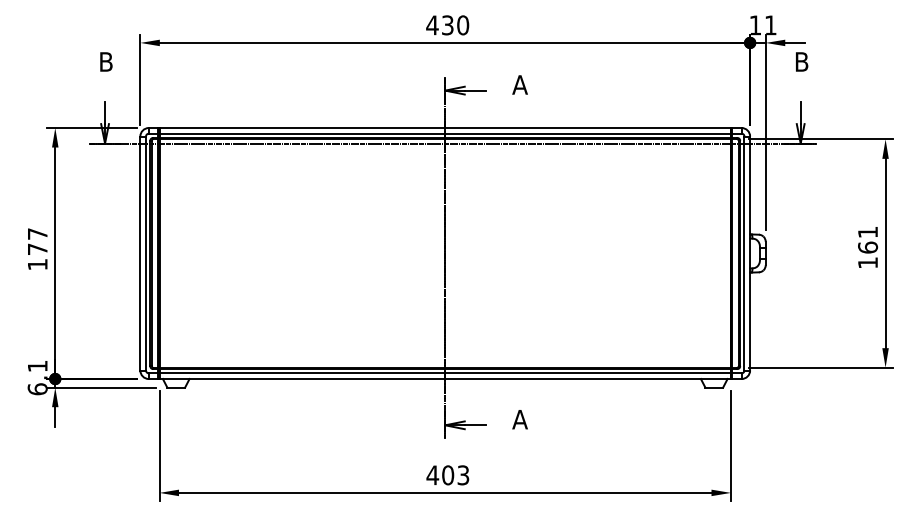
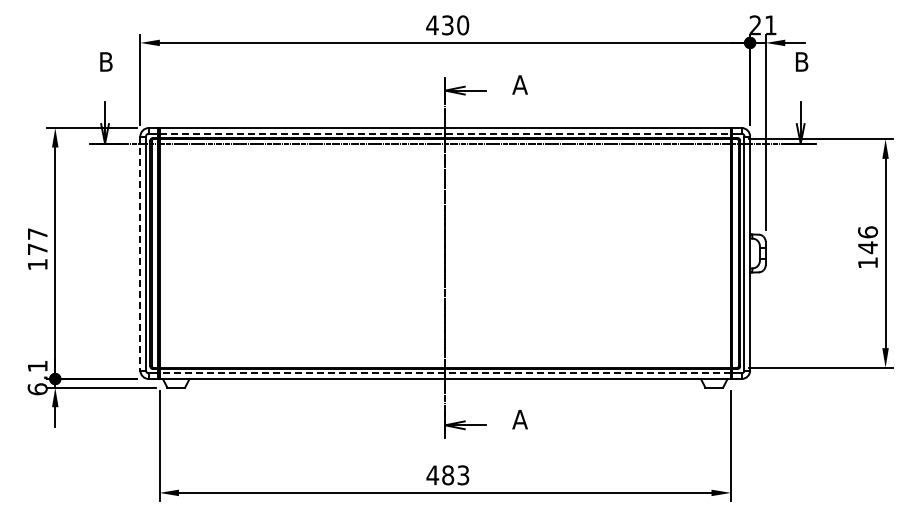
text at (754, 24): 11 -> 21
line at (445, 133): solid -> dashed
text at (868, 240): 161 -> 146
line at (140, 253): solid -> dashed
line at (445, 373): solid -> dashed
text at (448, 475): 403 -> 483
